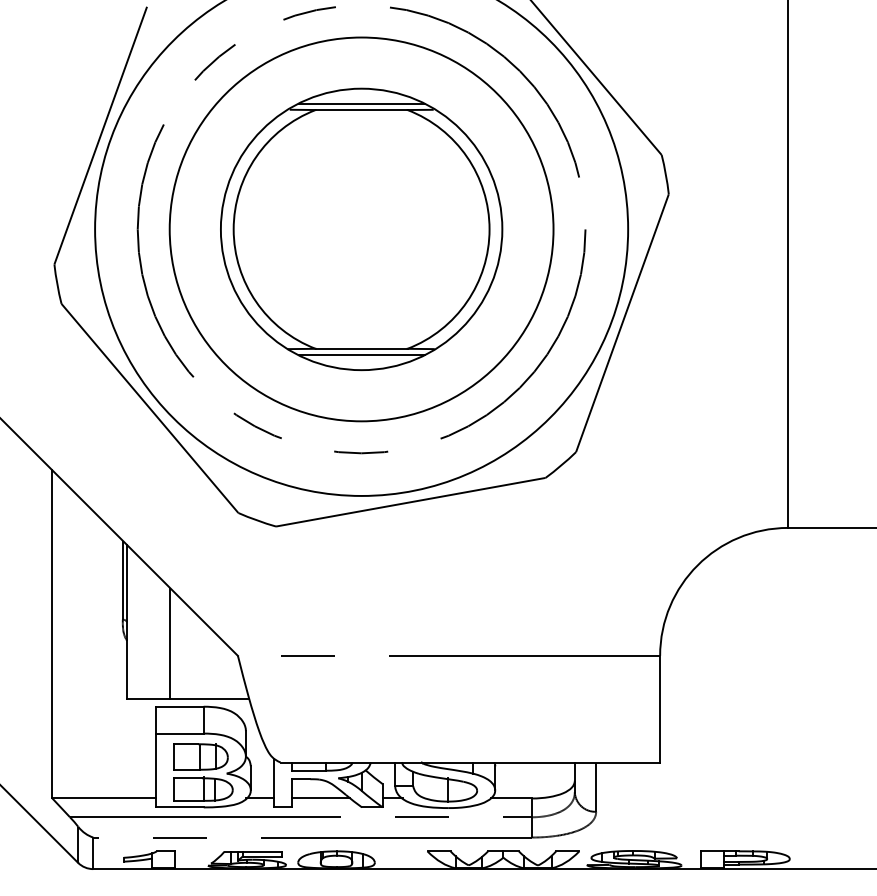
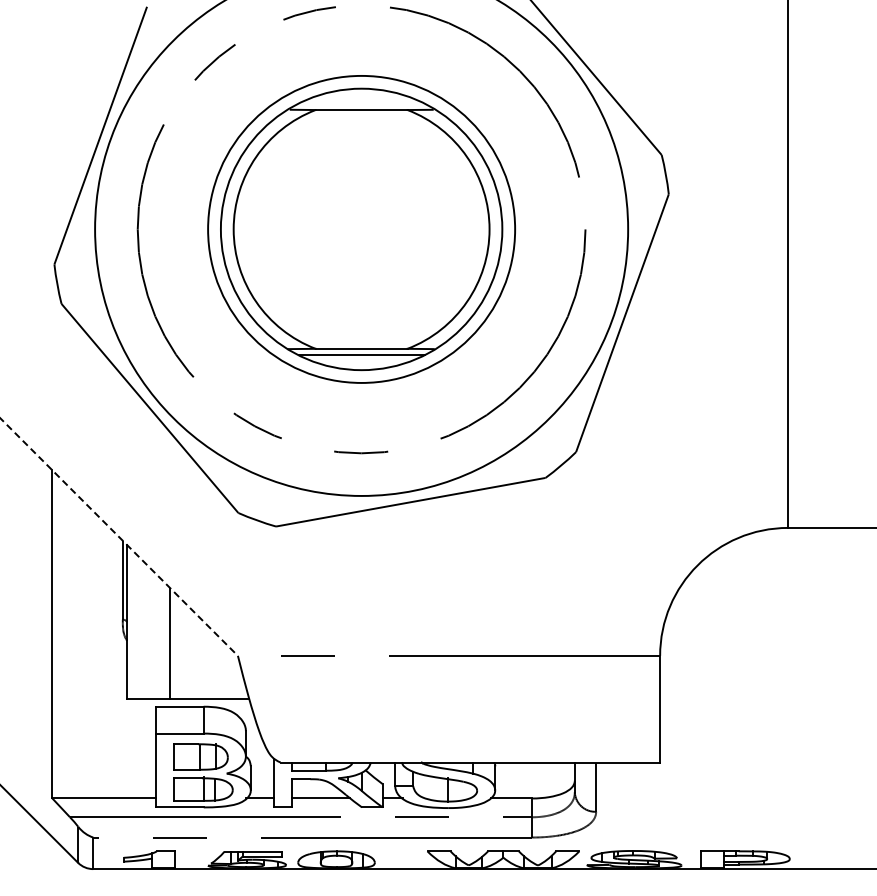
line at (361, 103): present -> none
circle at (361, 229) diameter: 384 px -> 307 px
line at (119, 537): solid -> dashed
